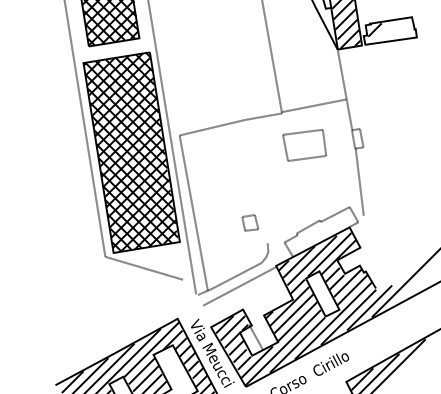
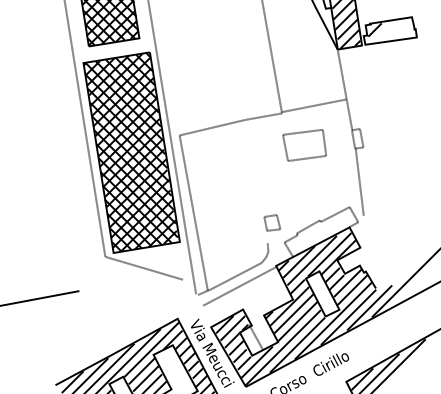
line at (255, 222) position: (255, 222) -> (277, 222)
line at (40, 298): none -> present
